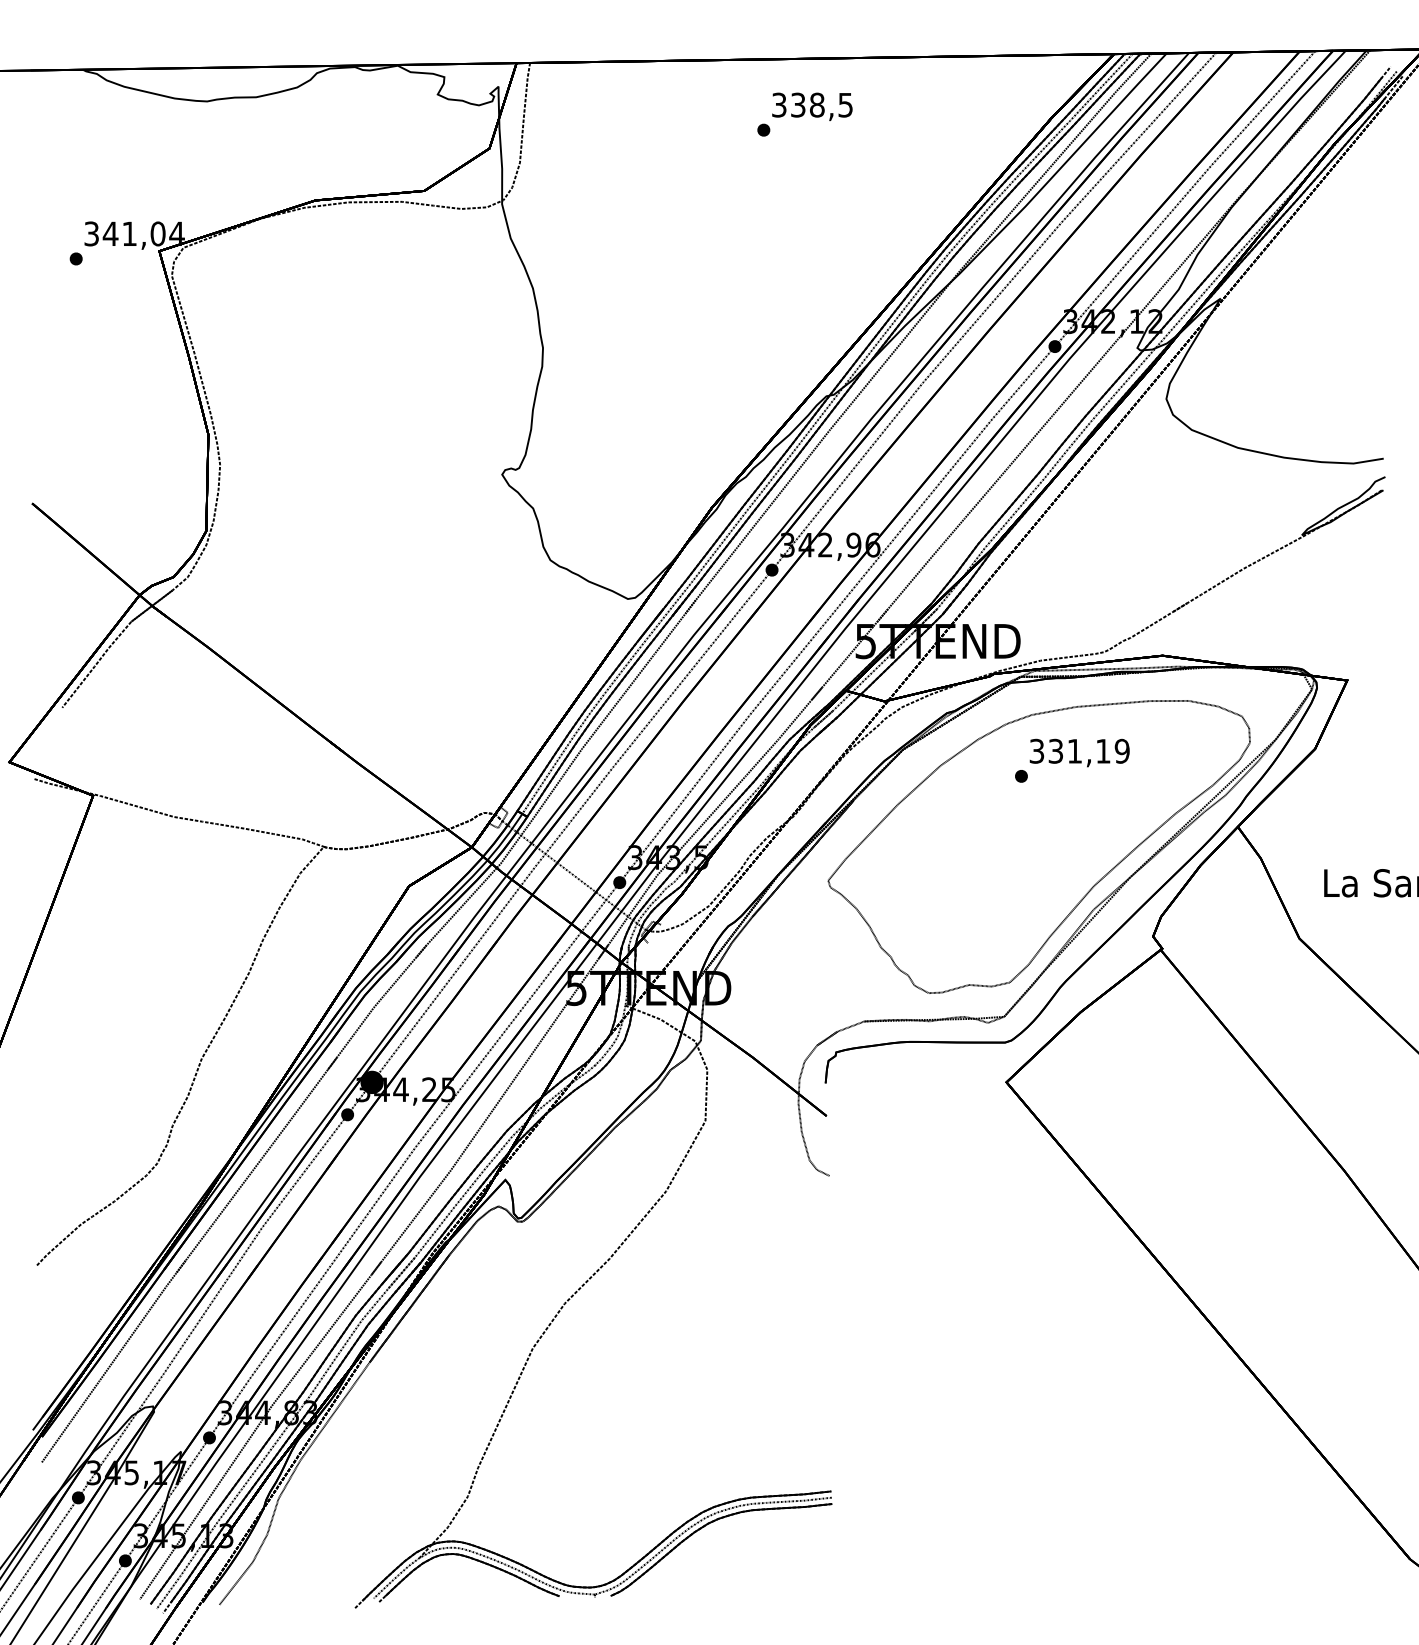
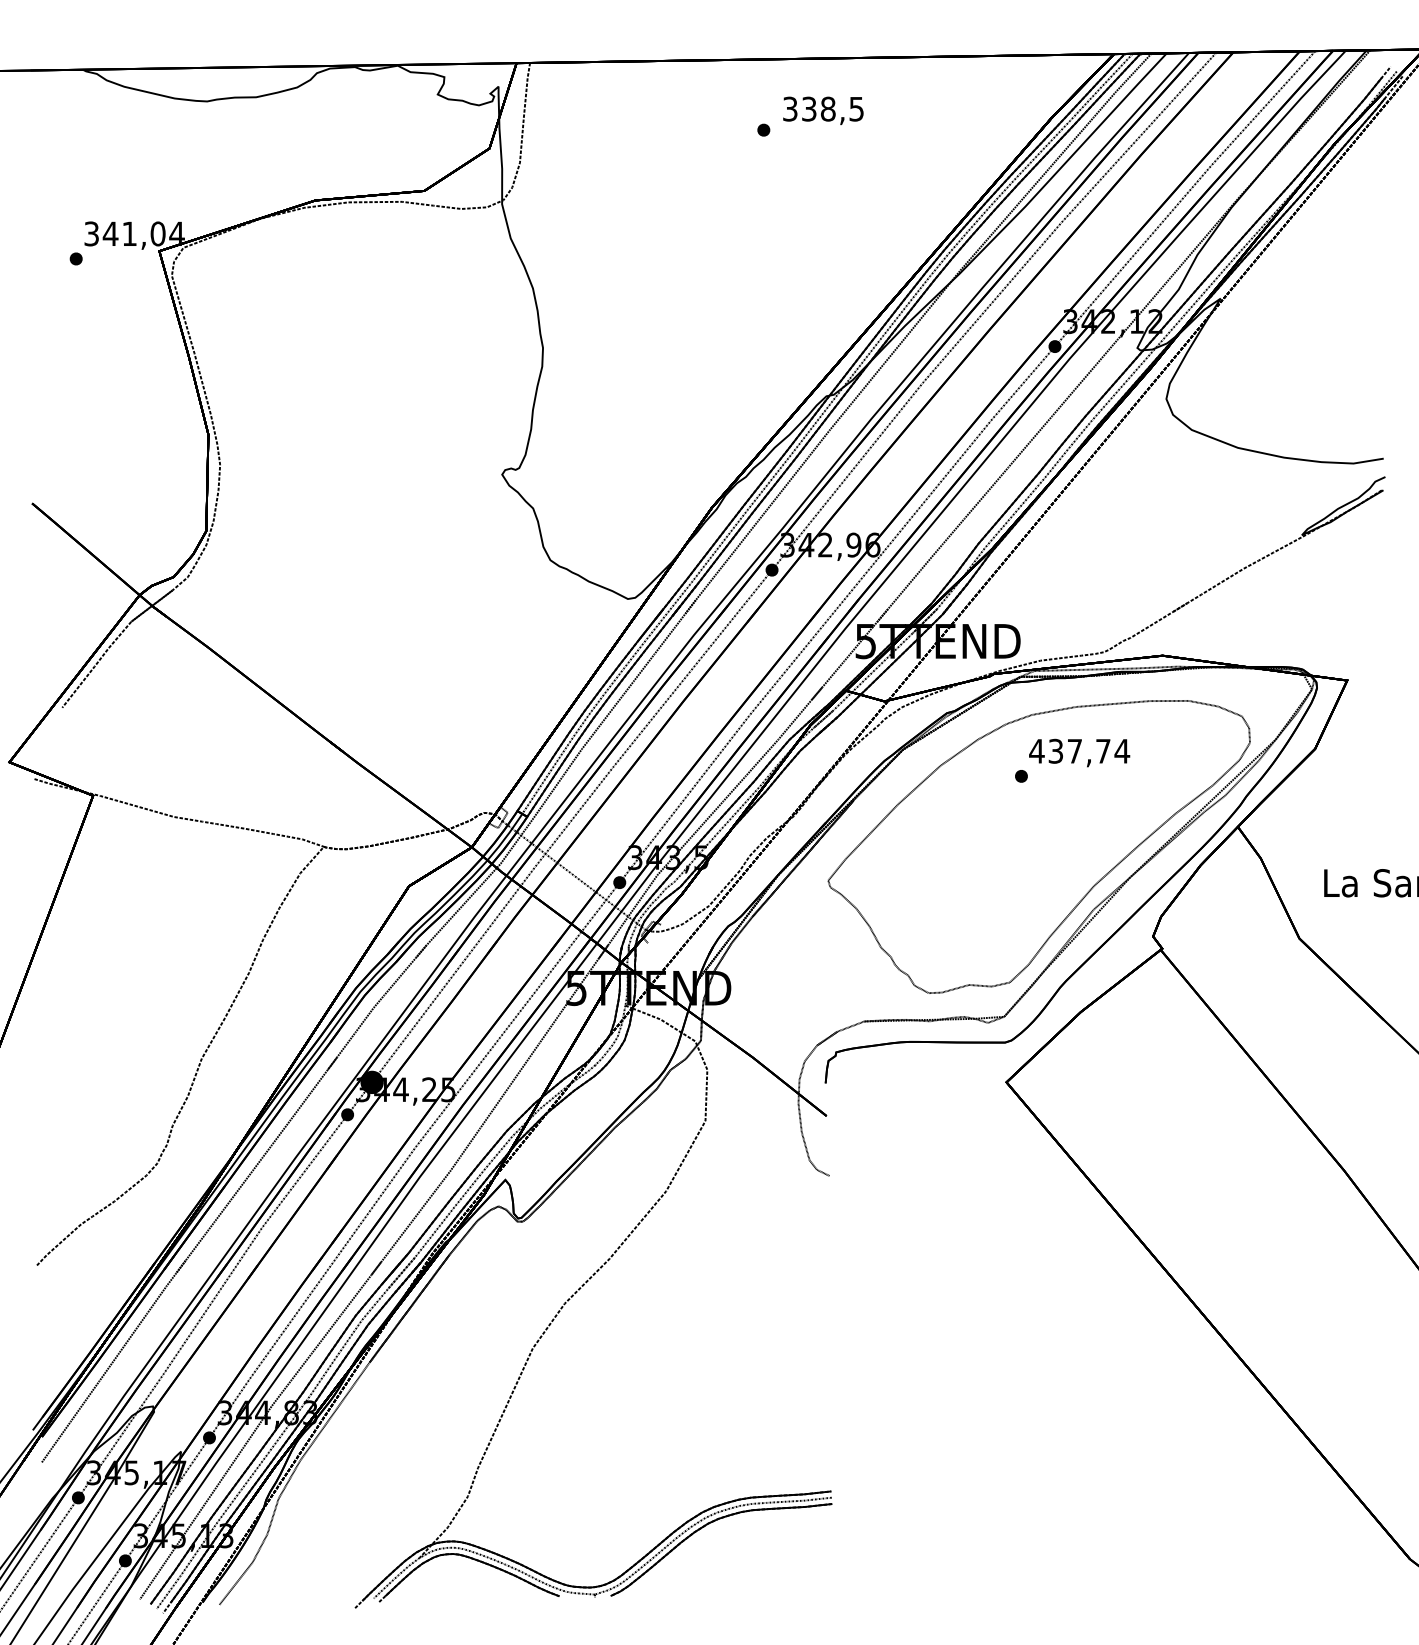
text at (812, 106) position: (812, 106) -> (823, 110)
text at (1079, 750): 331,19 -> 437,74
